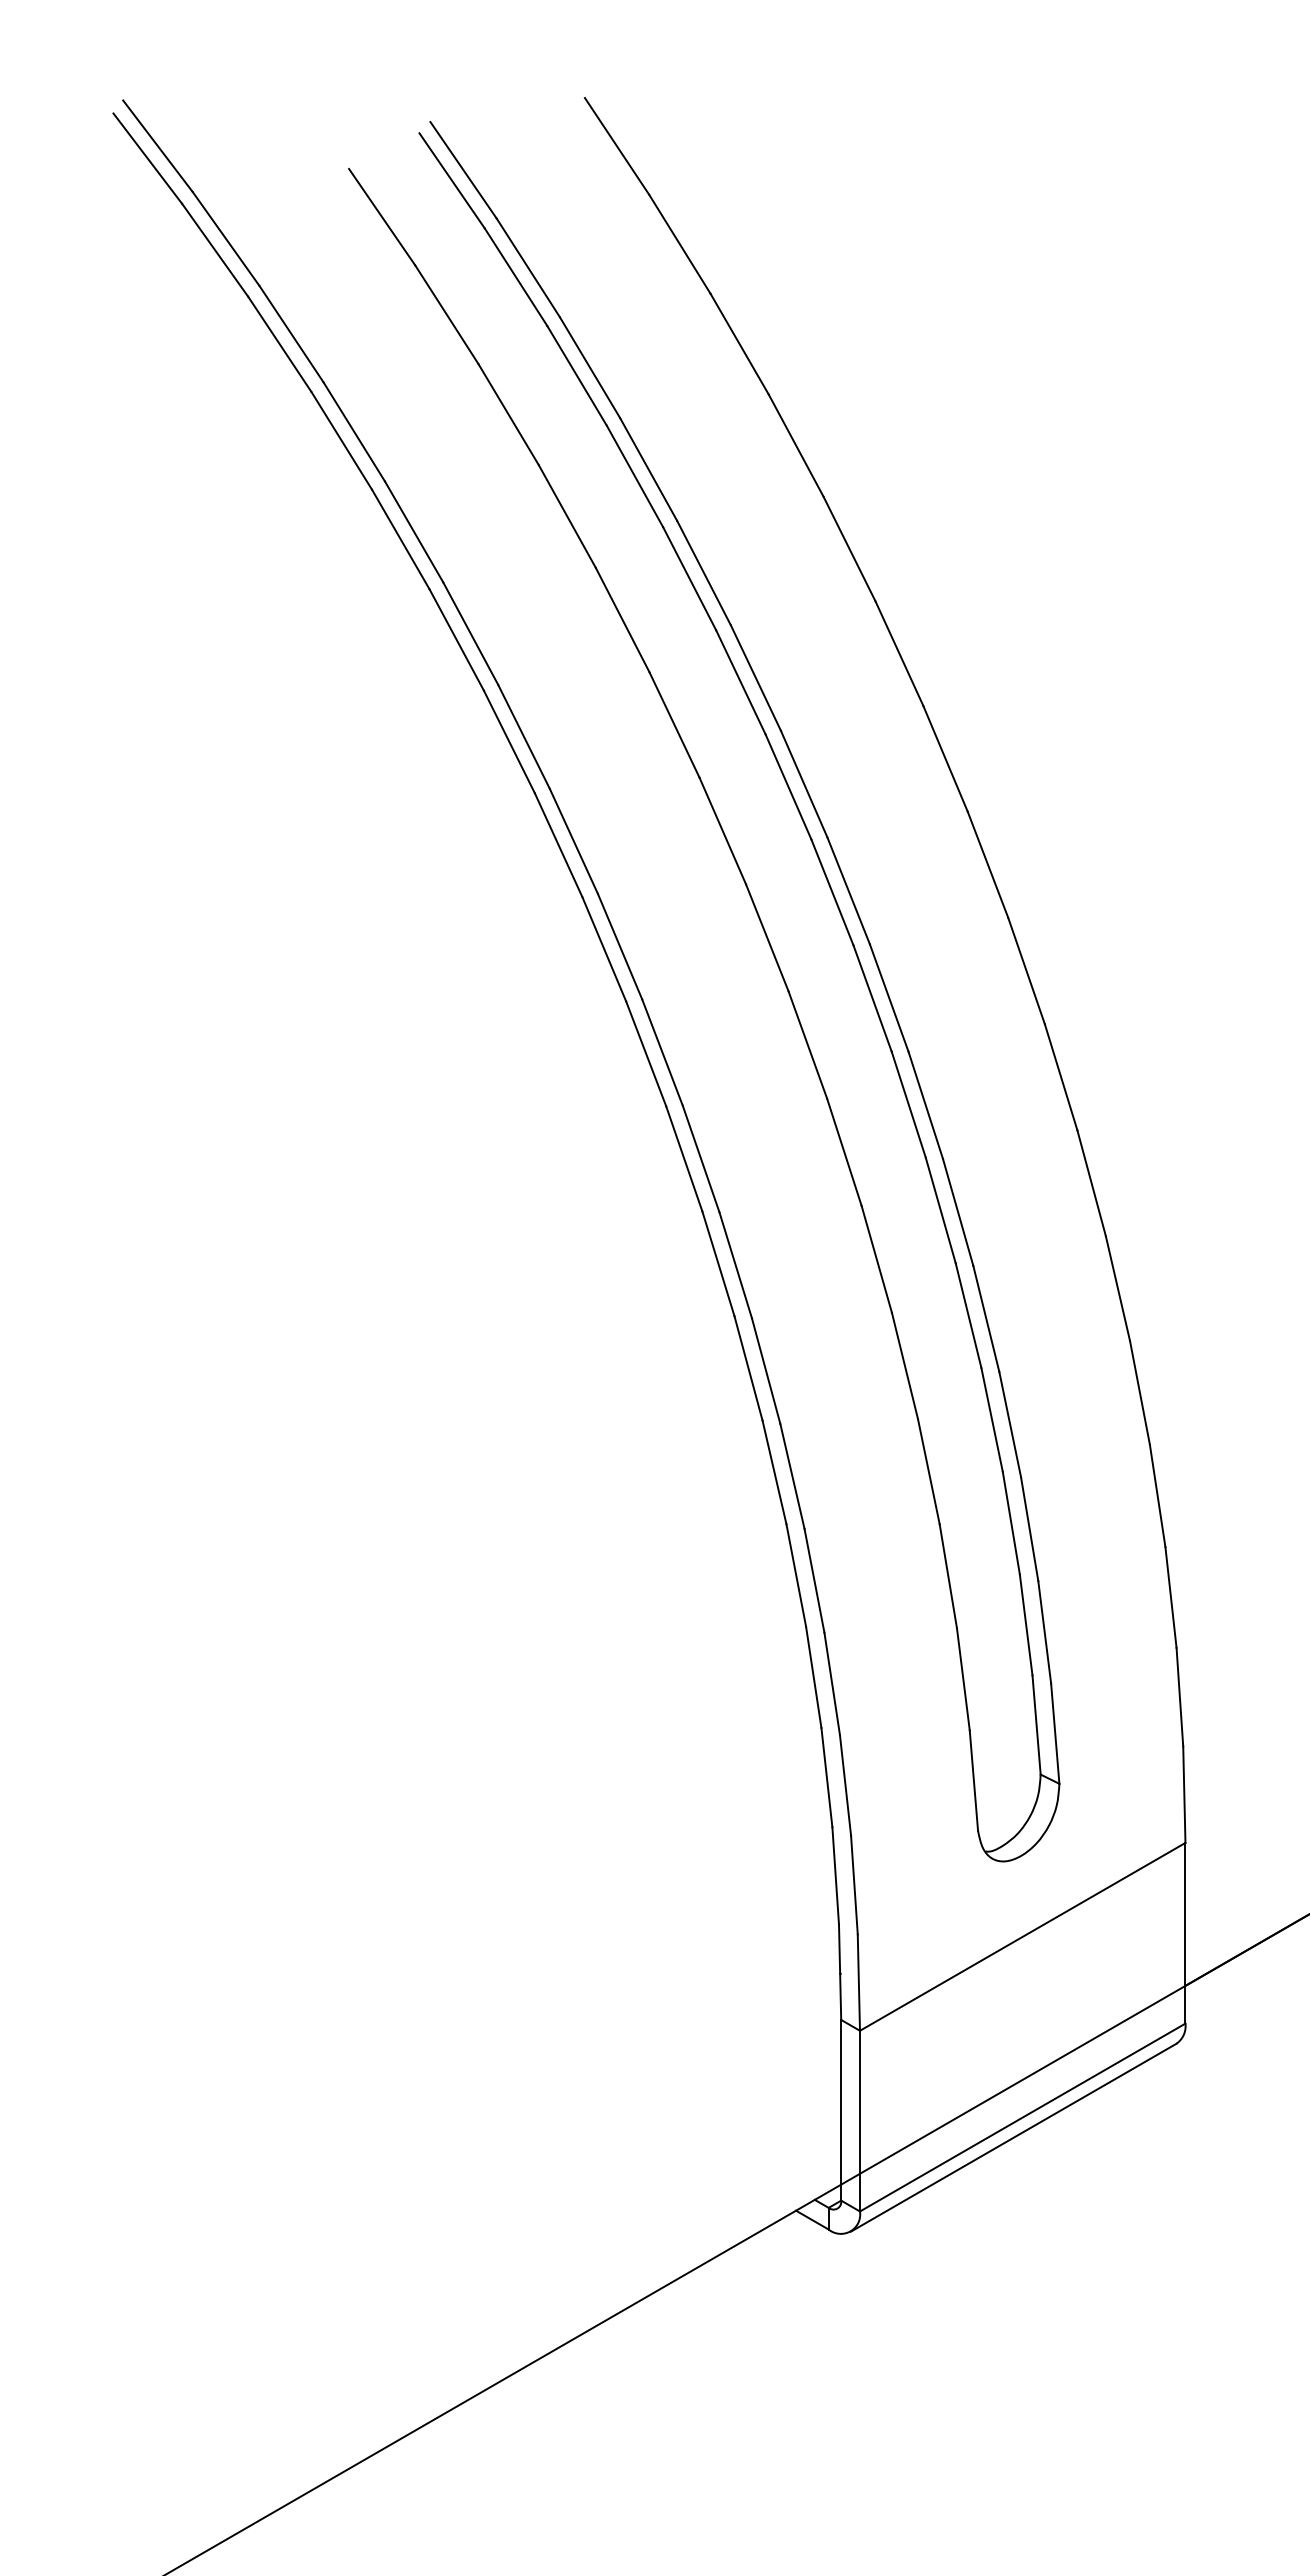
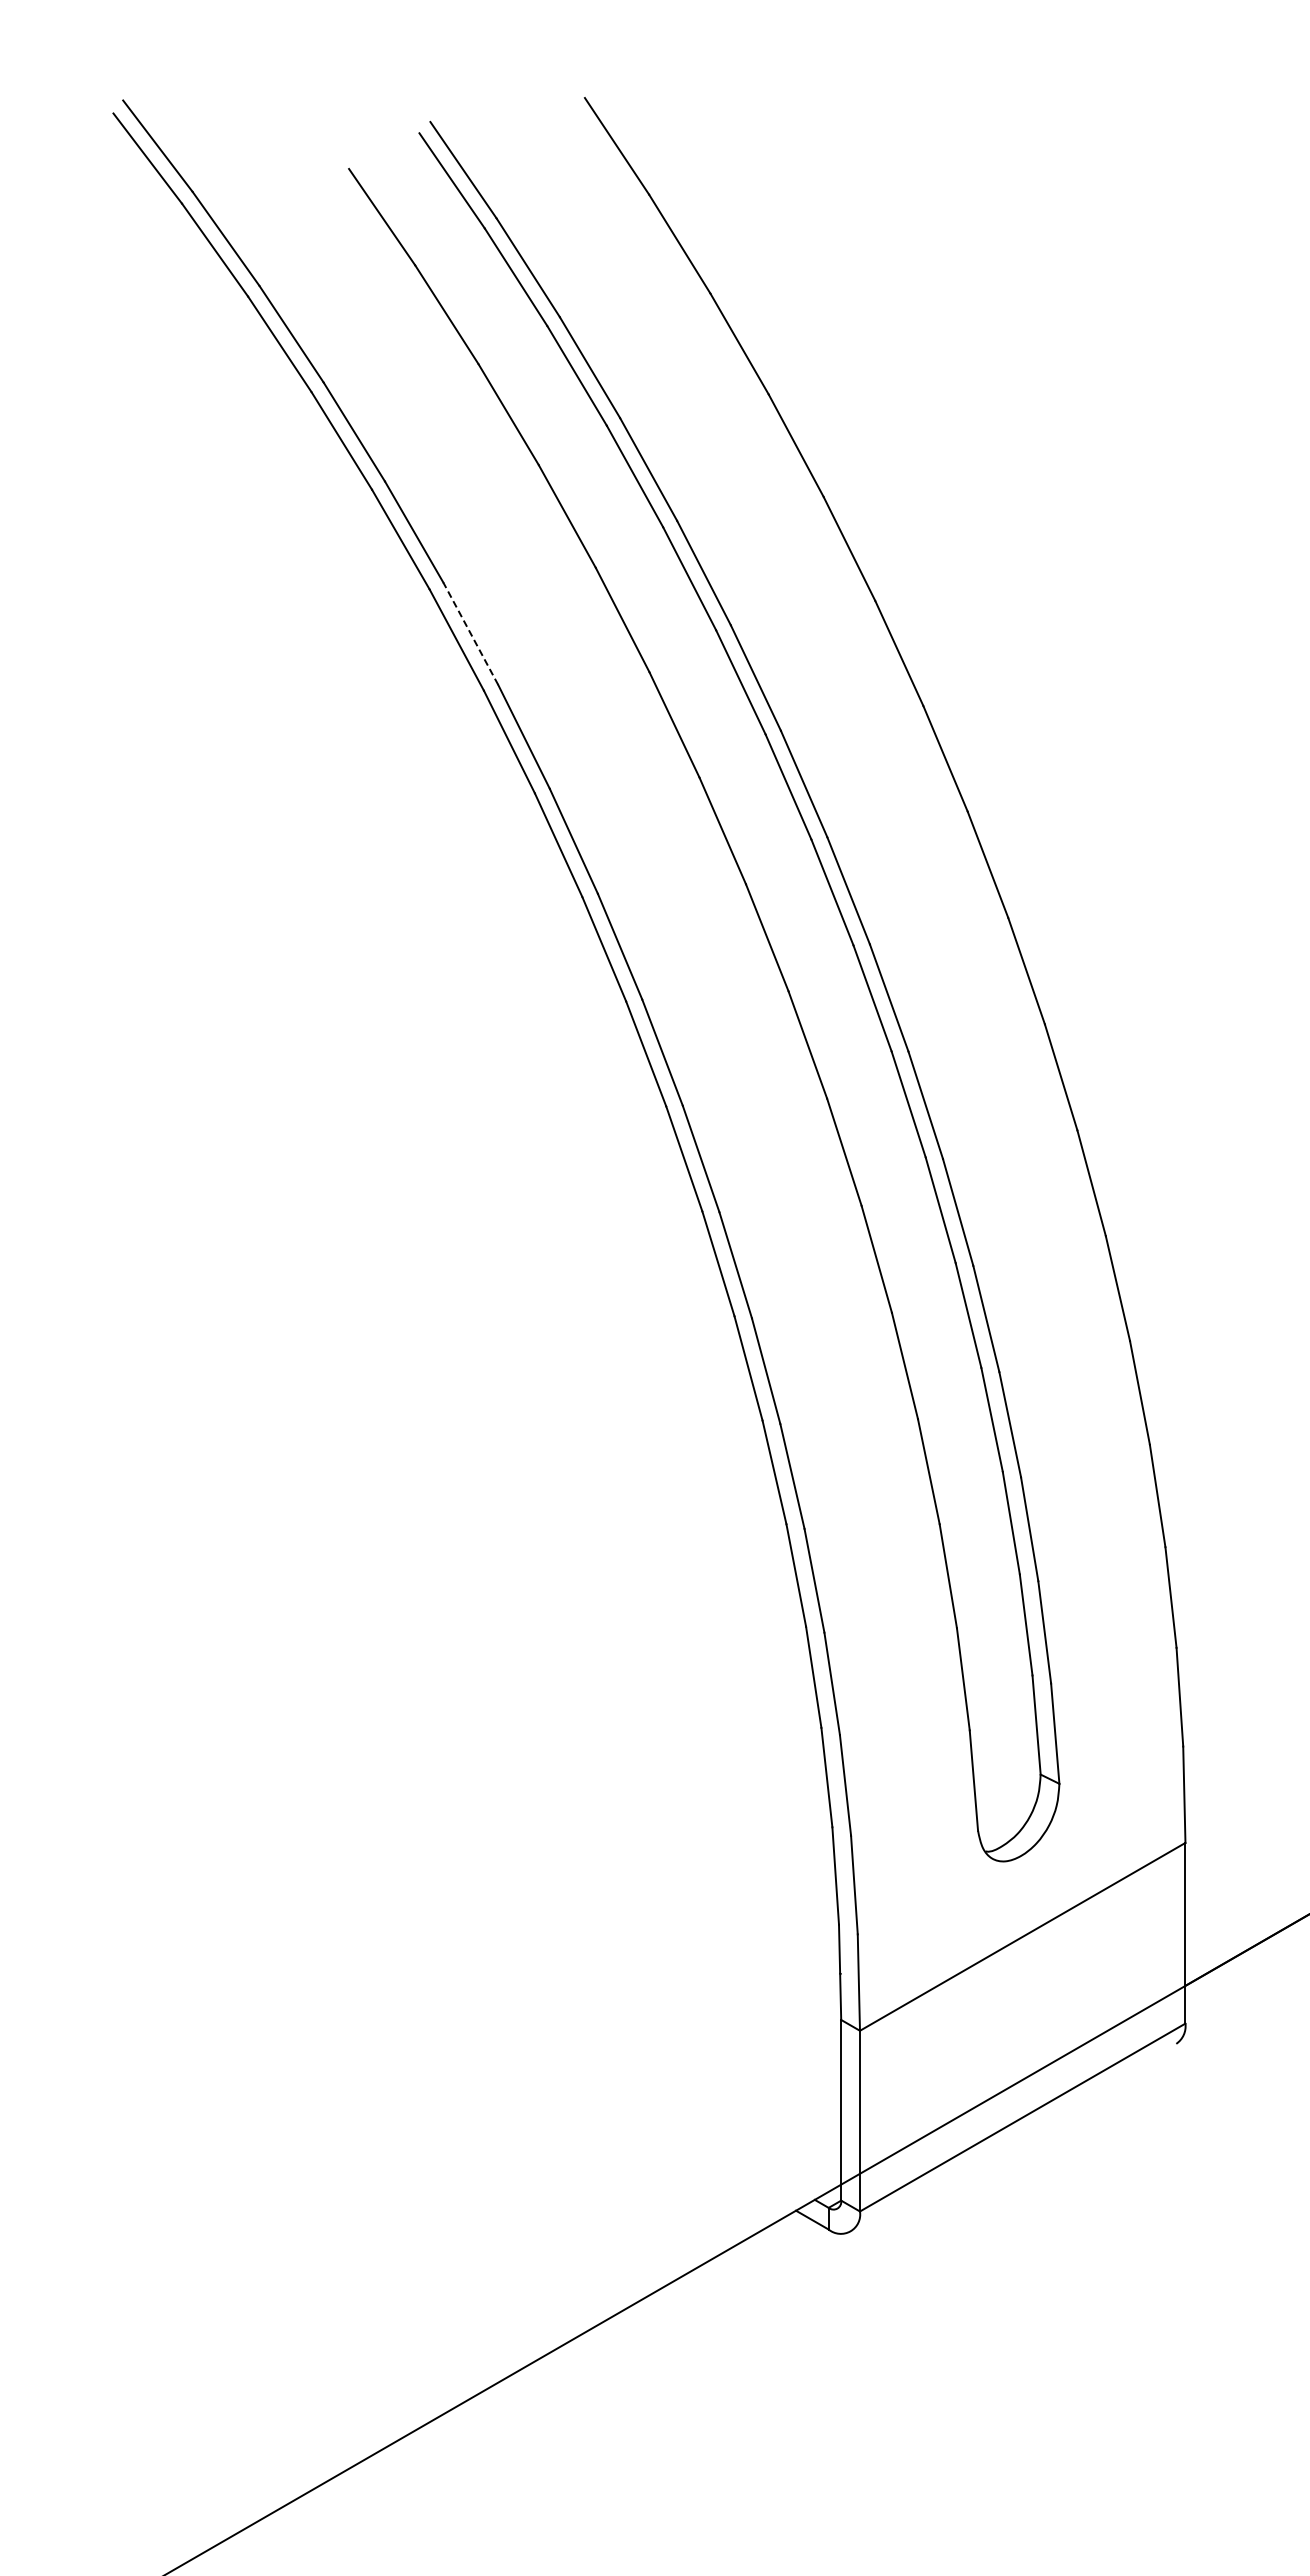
line at (470, 633): solid -> dashed
line at (1013, 2137): present -> none
